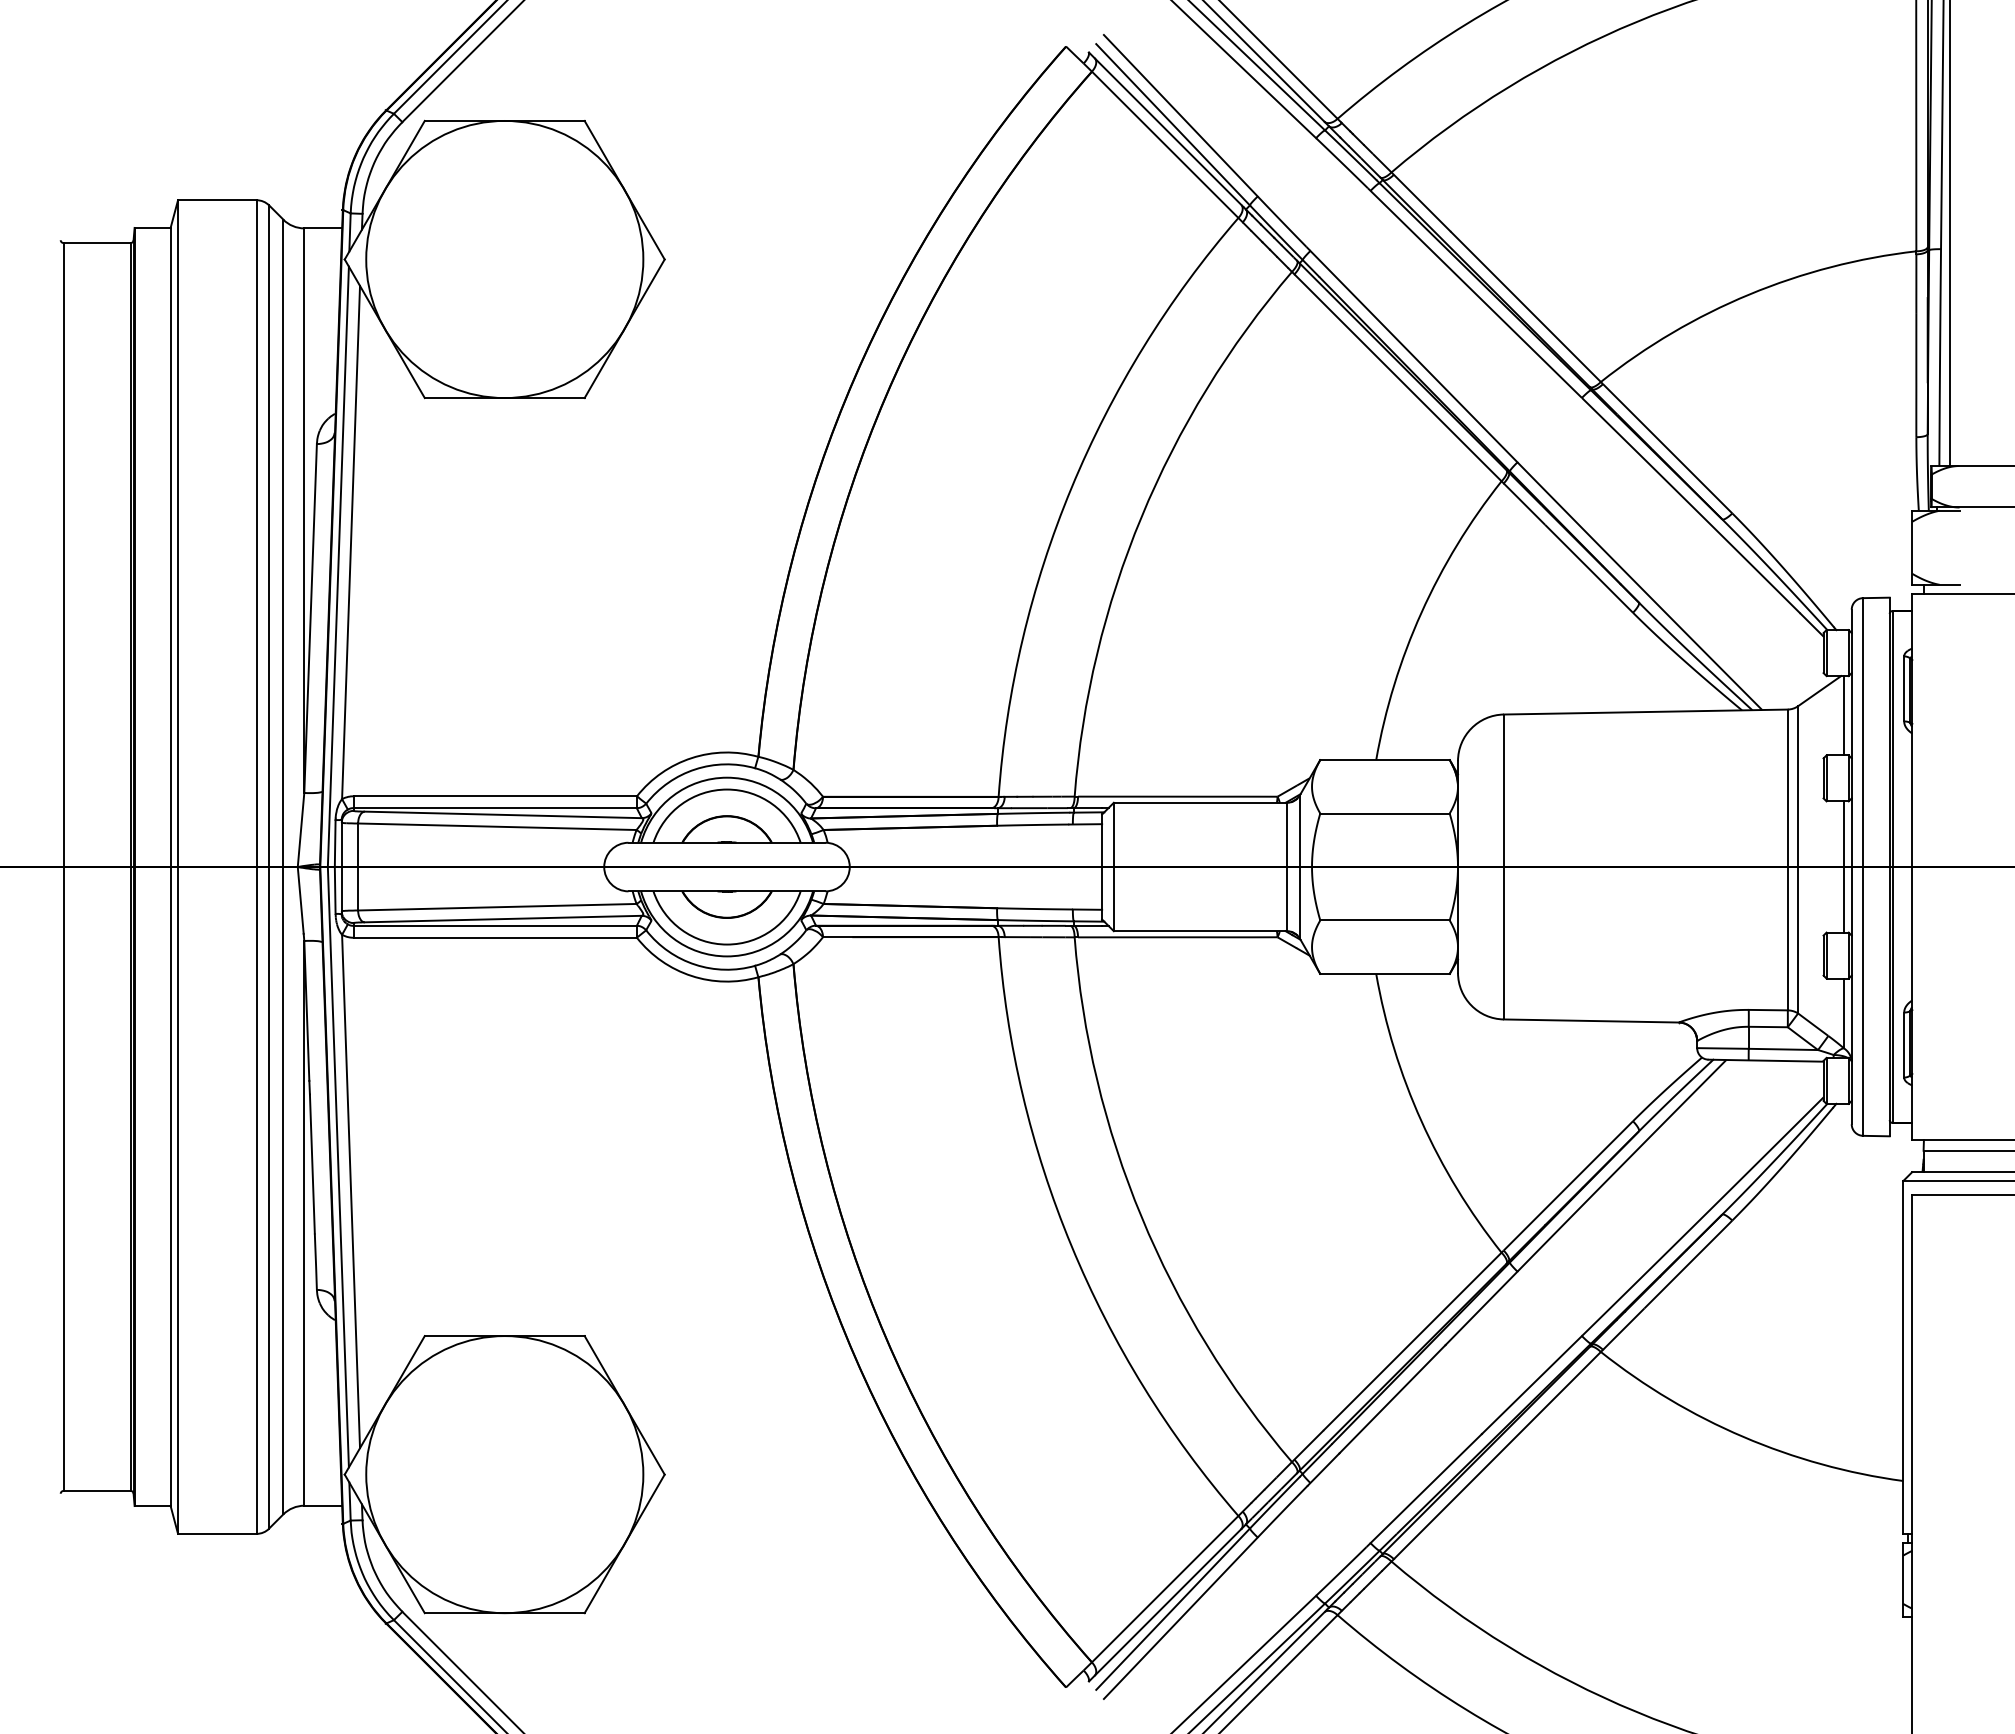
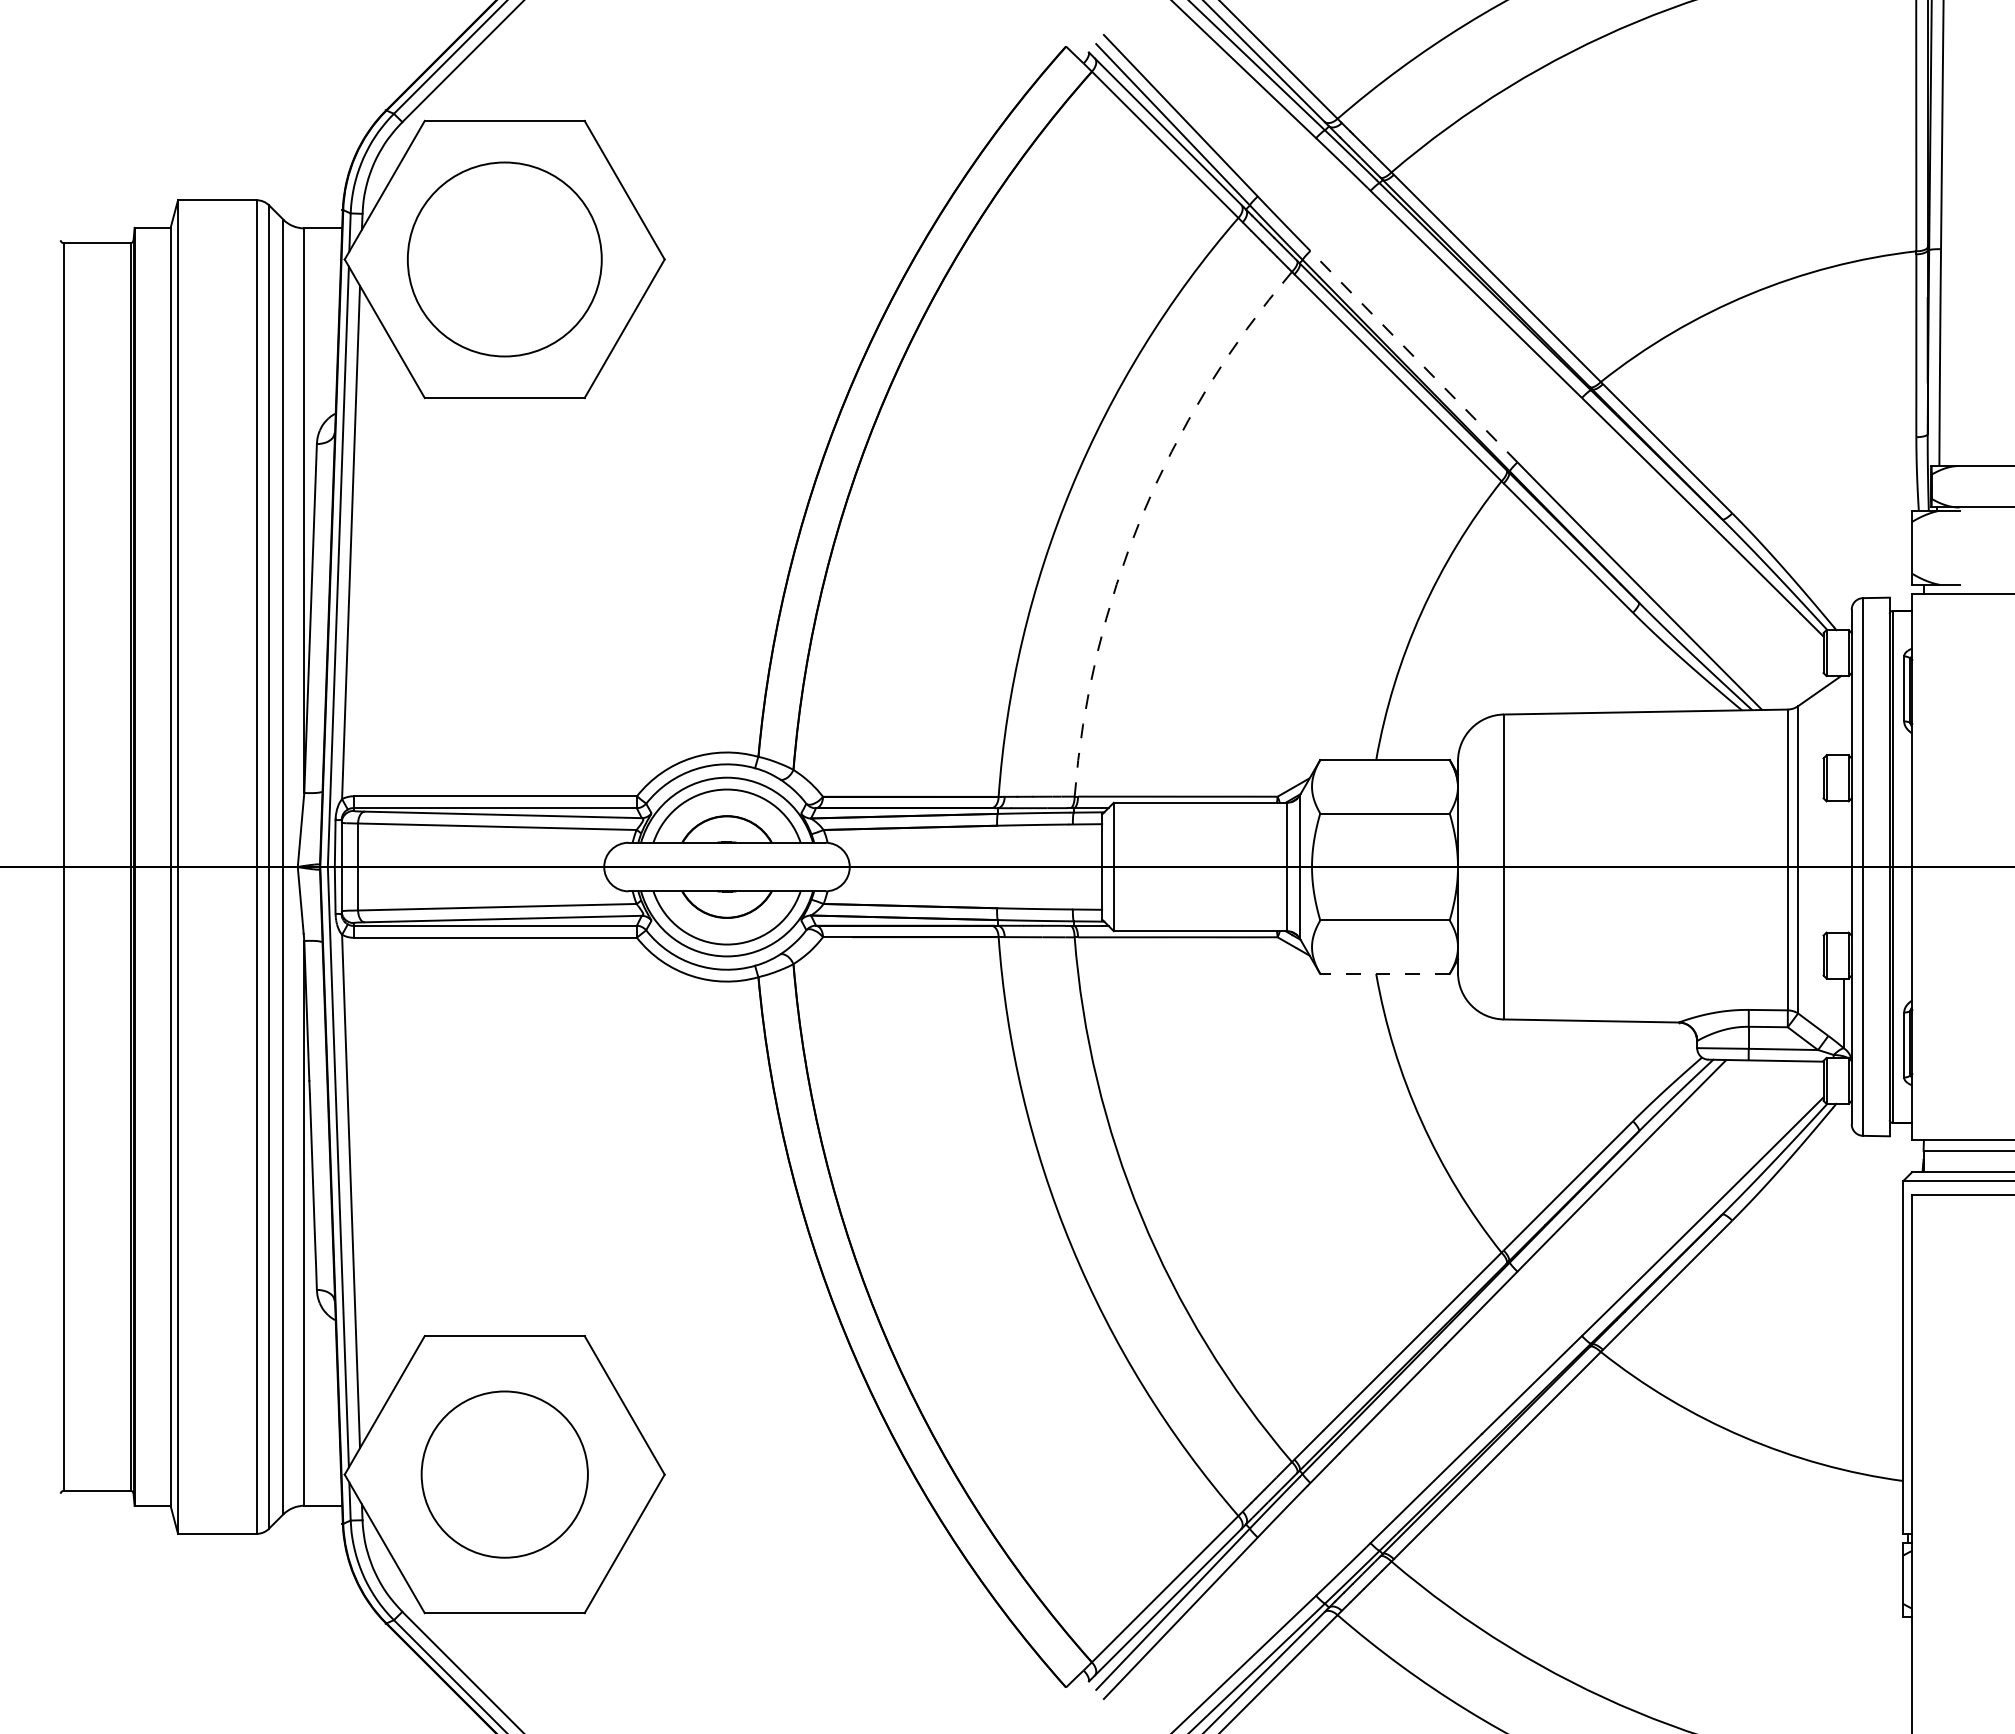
line at (1949, 234): present -> none
circle at (504, 259) diameter: 277 px -> 194 px
line at (1413, 356): solid -> dashed
arc at (1141, 516): solid -> dashed
line at (1843, 715): present -> none
line at (1843, 866): present -> none
line at (1385, 973): solid -> dashed
circle at (504, 1474) diameter: 277 px -> 166 px
